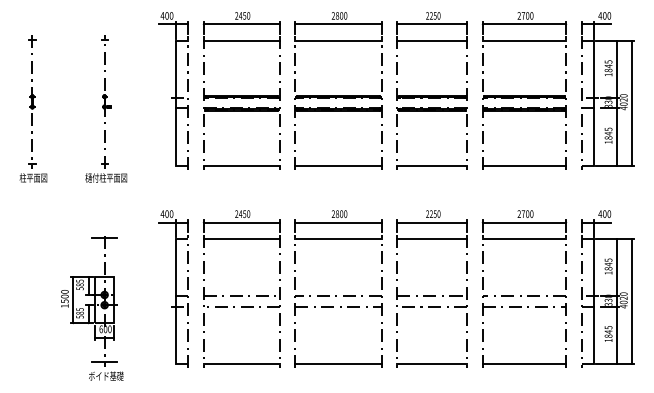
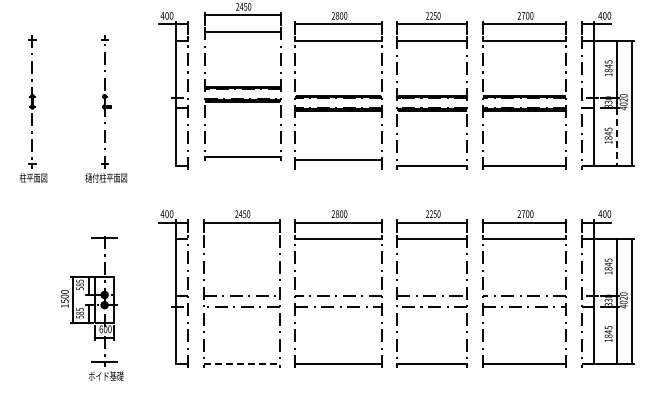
part at (241, 90) position: (241, 90) -> (242, 81)
line at (617, 136): solid -> dashed
line at (338, 165) position: (338, 165) -> (338, 159)
line at (241, 239): present -> none
line at (241, 363): solid -> dashed
